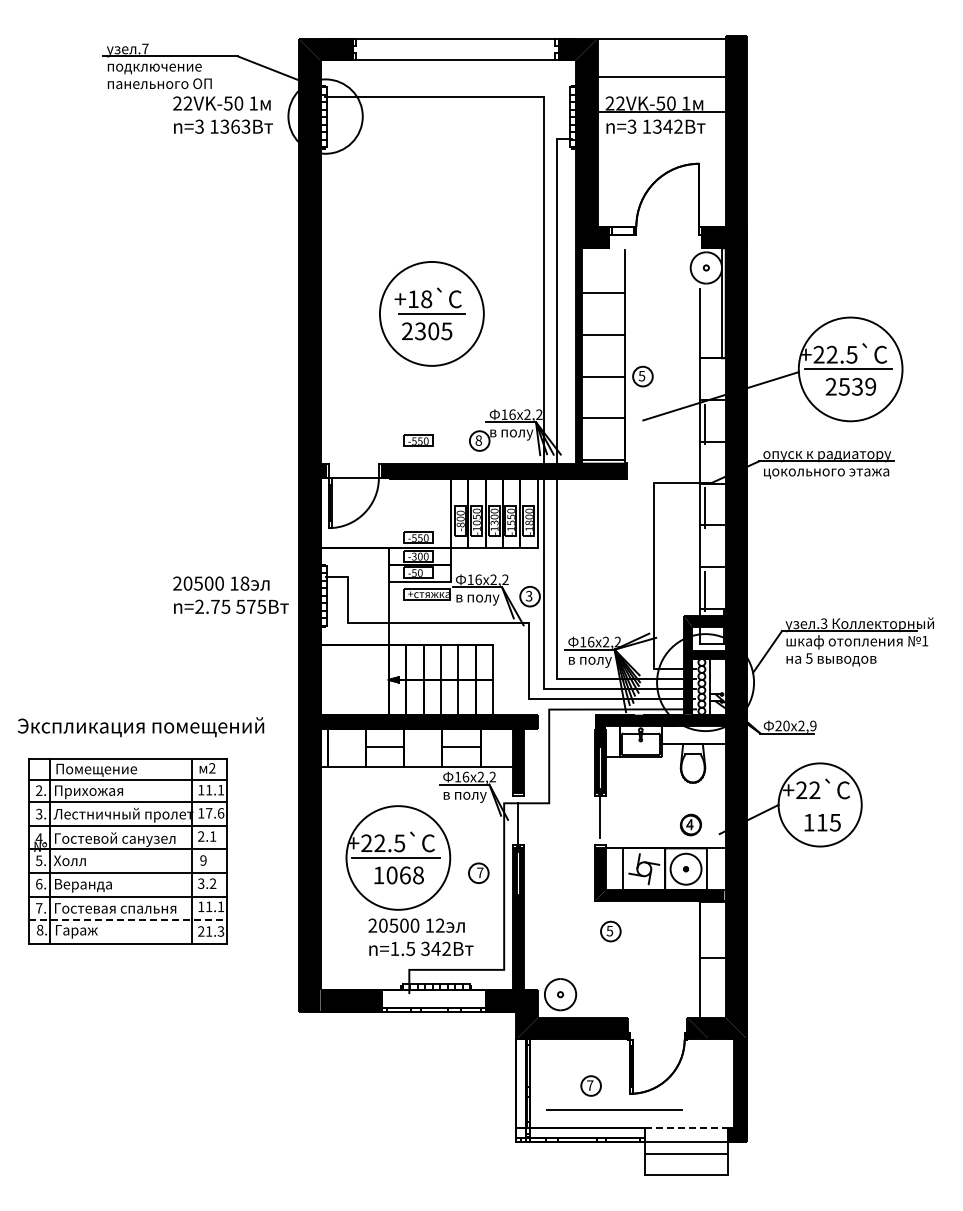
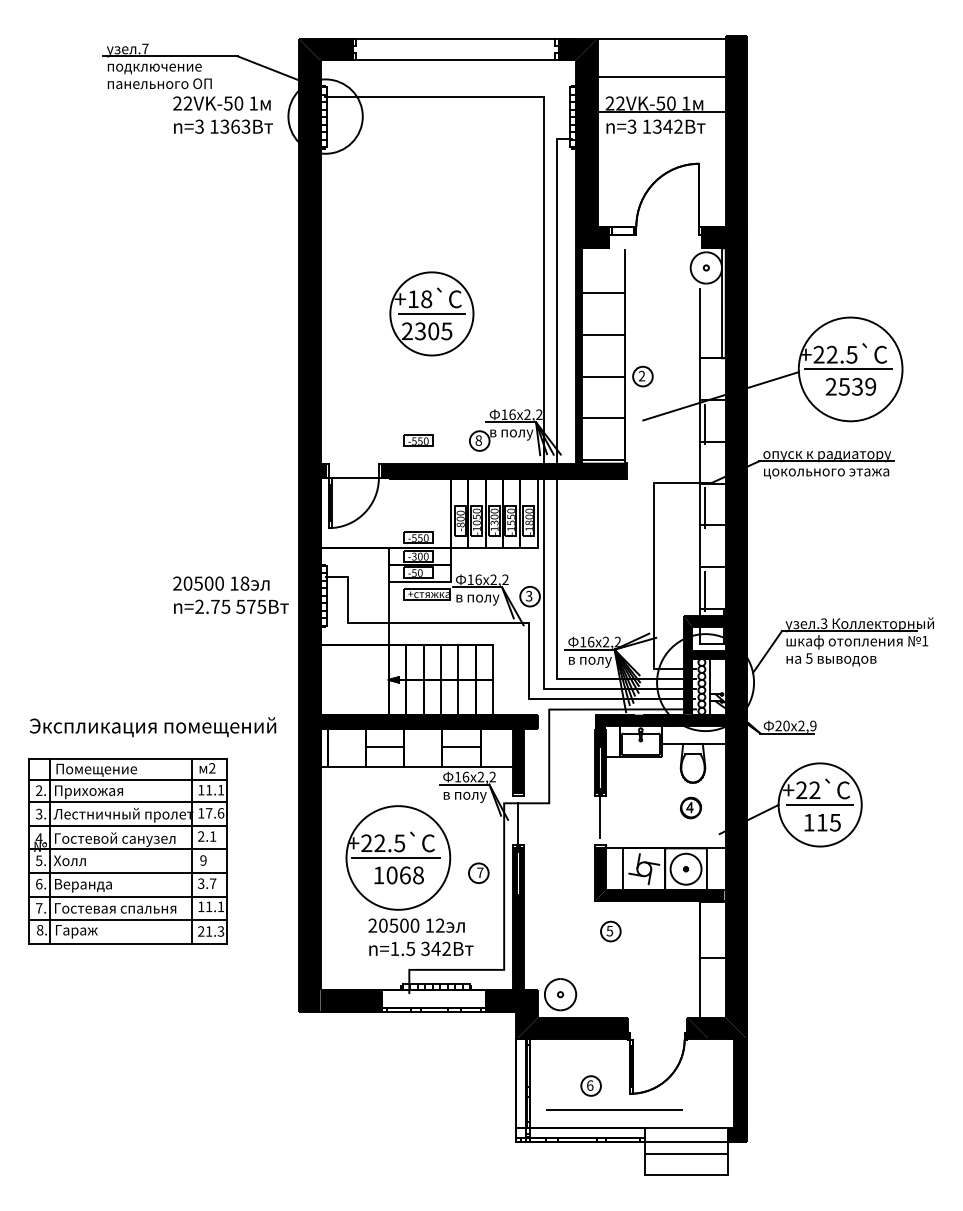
circle at (431, 313) diameter: 104 px -> 83 px
text at (641, 375): 5 -> 2
text at (140, 727) position: (140, 727) -> (152, 727)
line at (820, 804): none -> present
part at (690, 824) position: (690, 824) -> (690, 807)
text at (212, 883): 3.2 -> 3.7
line at (127, 920): dashed -> solid
text at (590, 1085): 7 -> 6
line at (686, 1128): dashed -> solid
